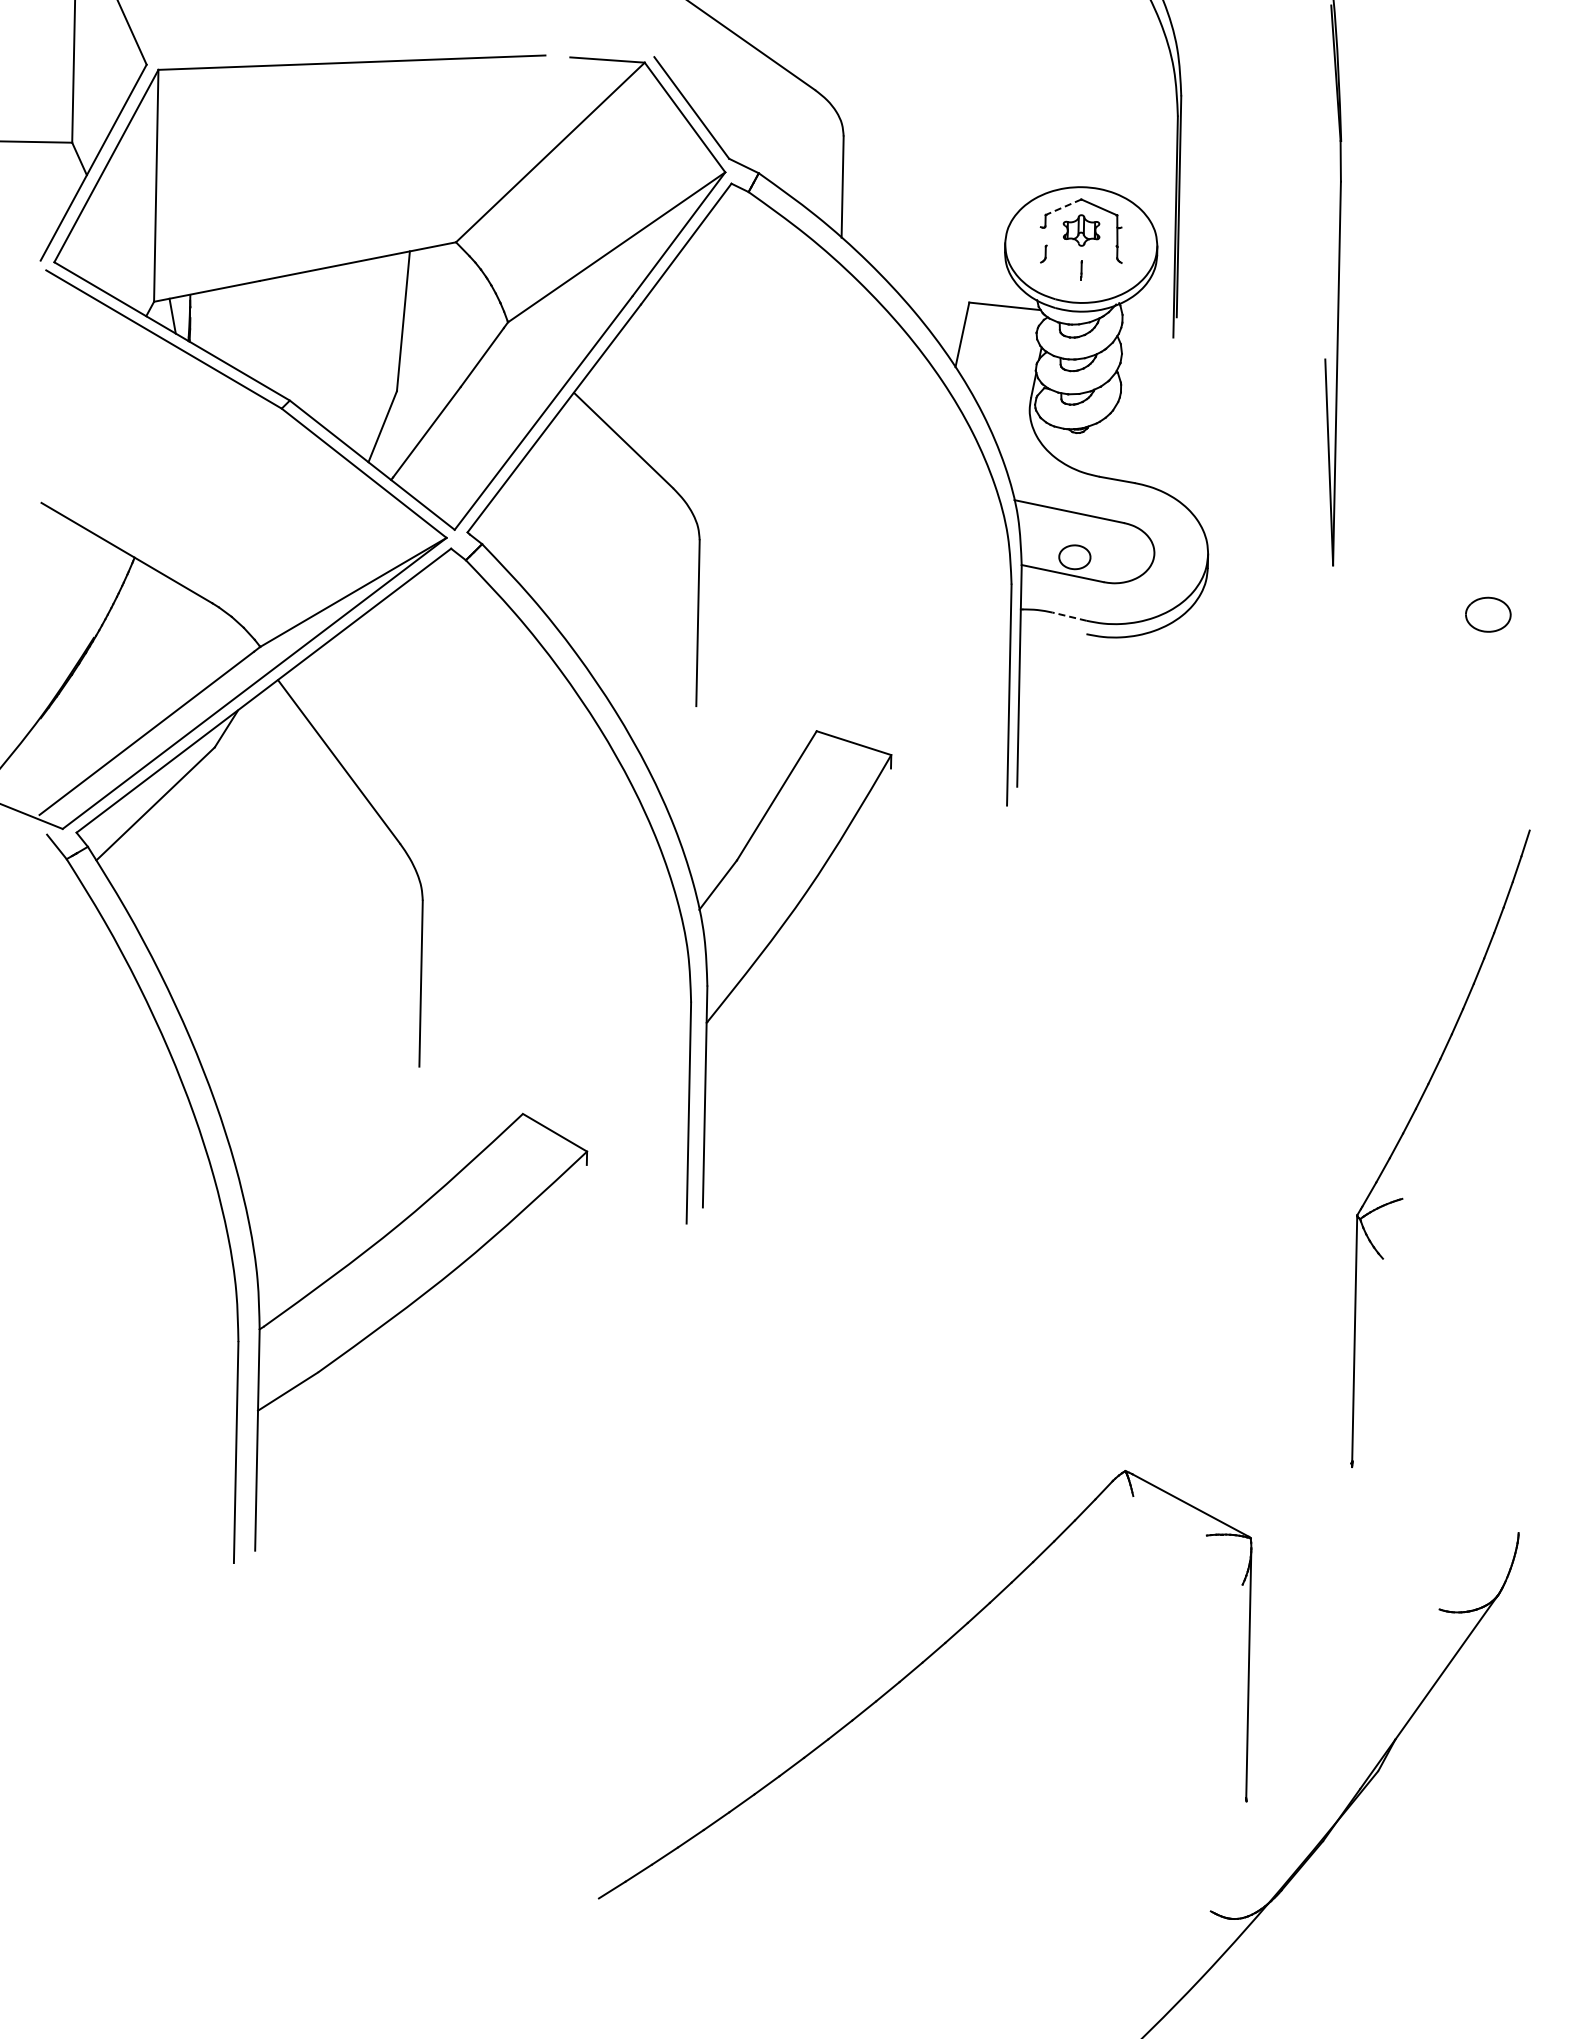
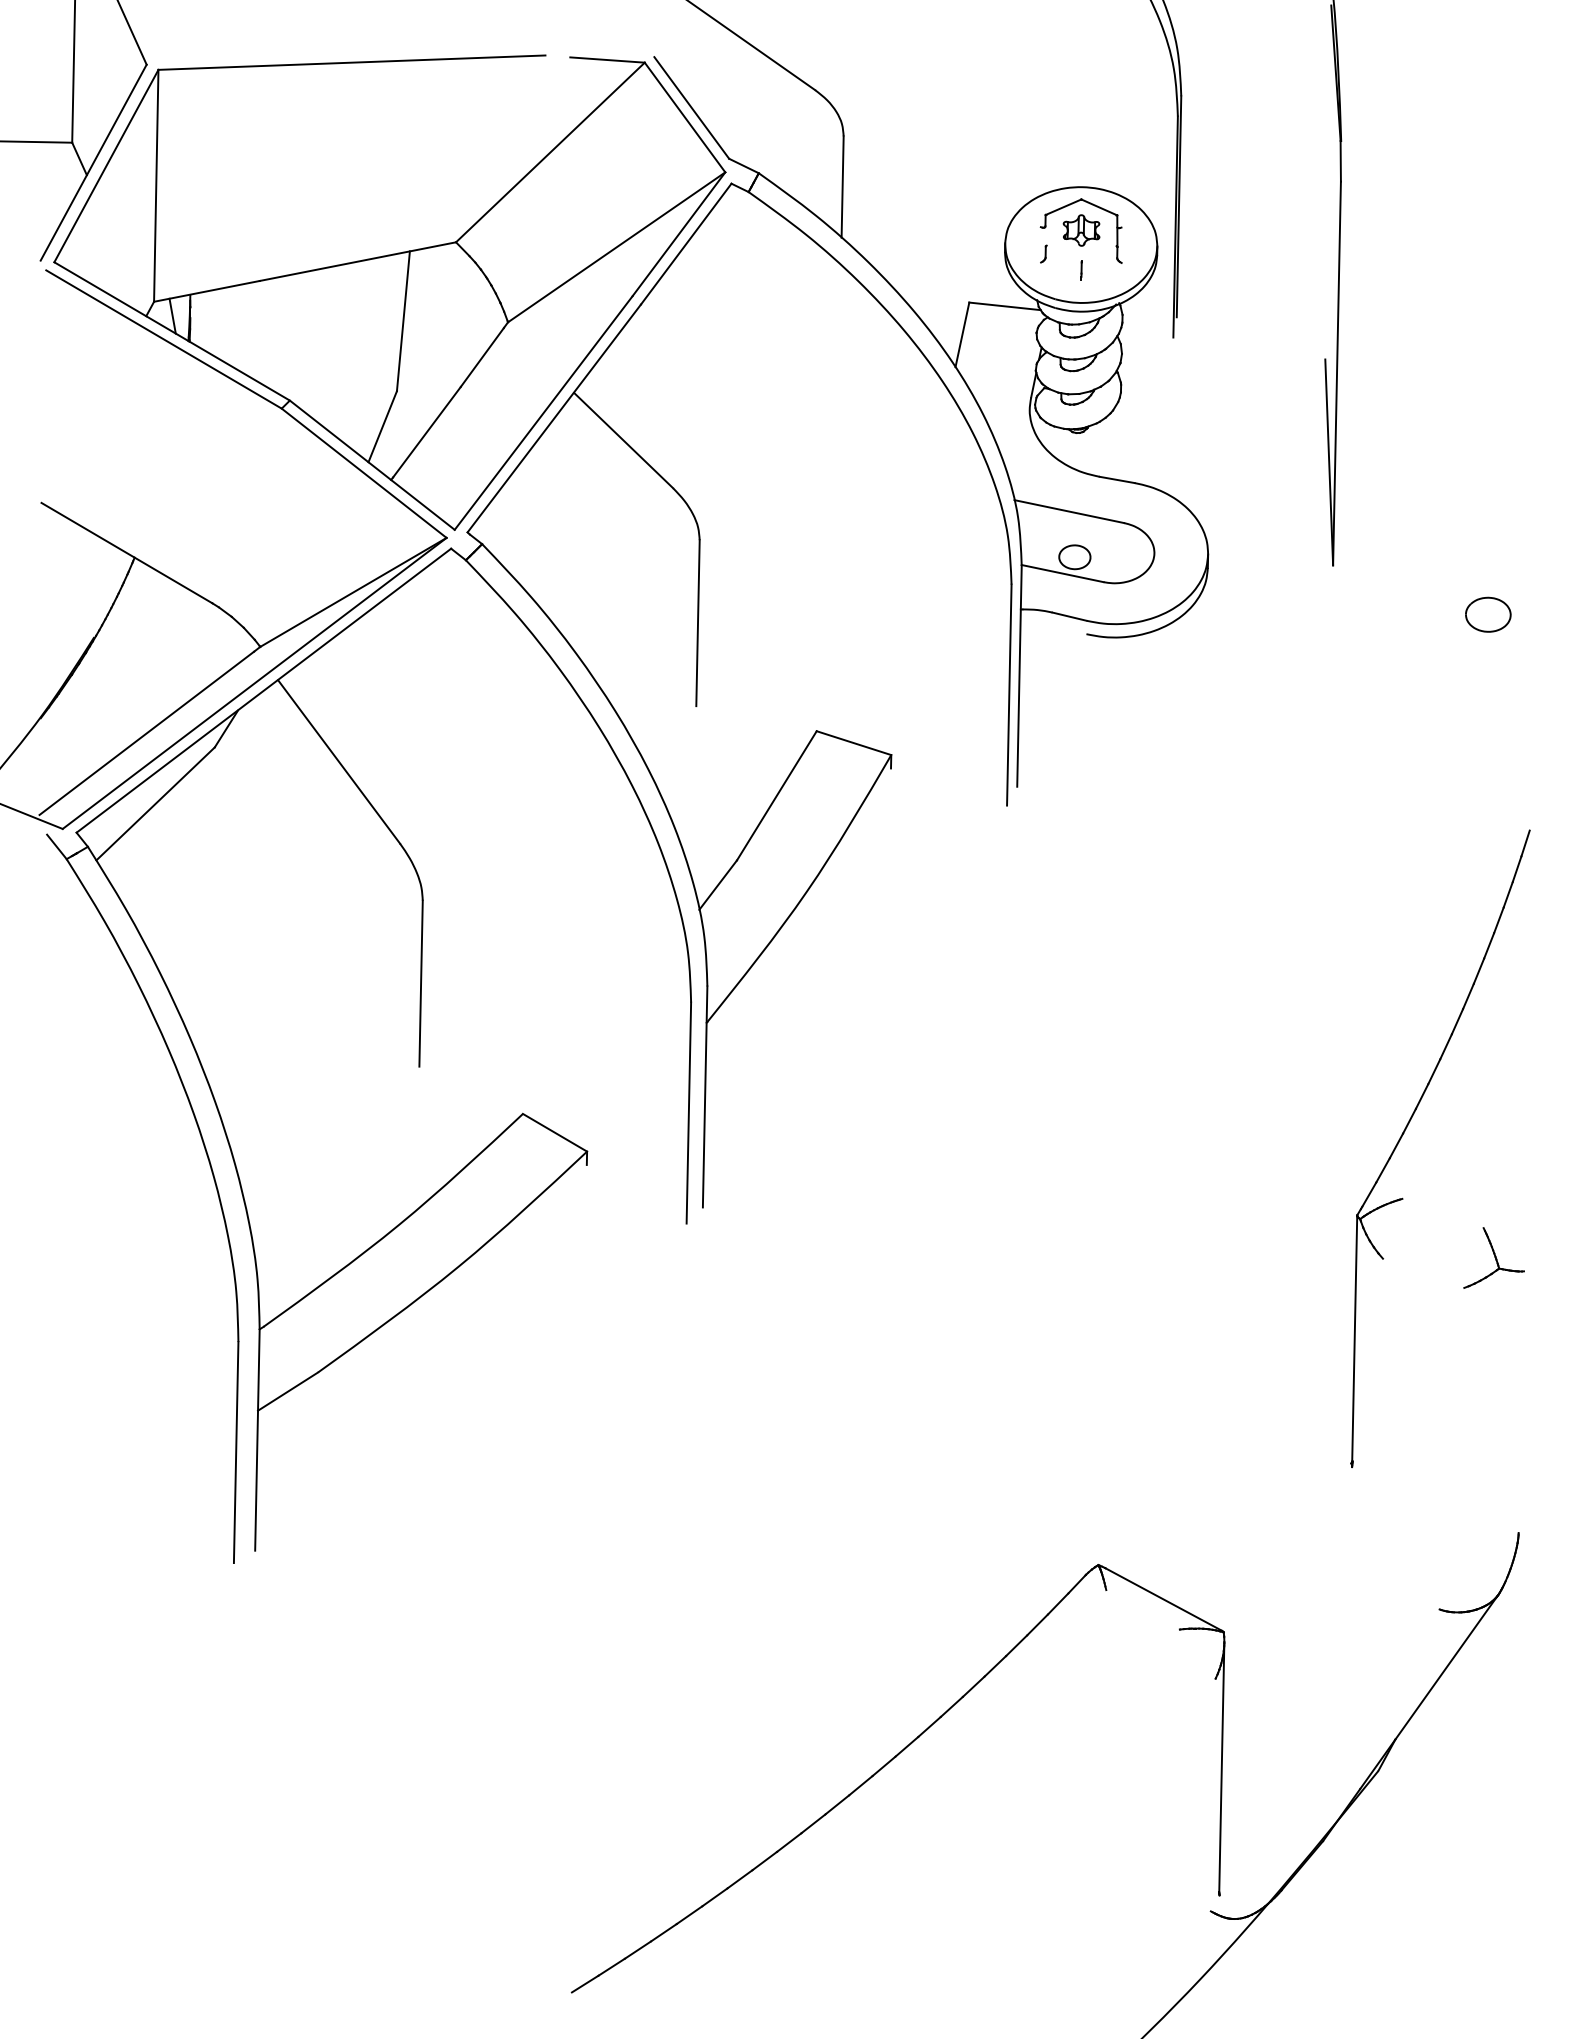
line at (1063, 207): dashed -> solid
line at (1069, 616): dashed -> solid
part at (1493, 1257): none -> present
part at (912, 1672) position: (912, 1672) -> (885, 1766)
